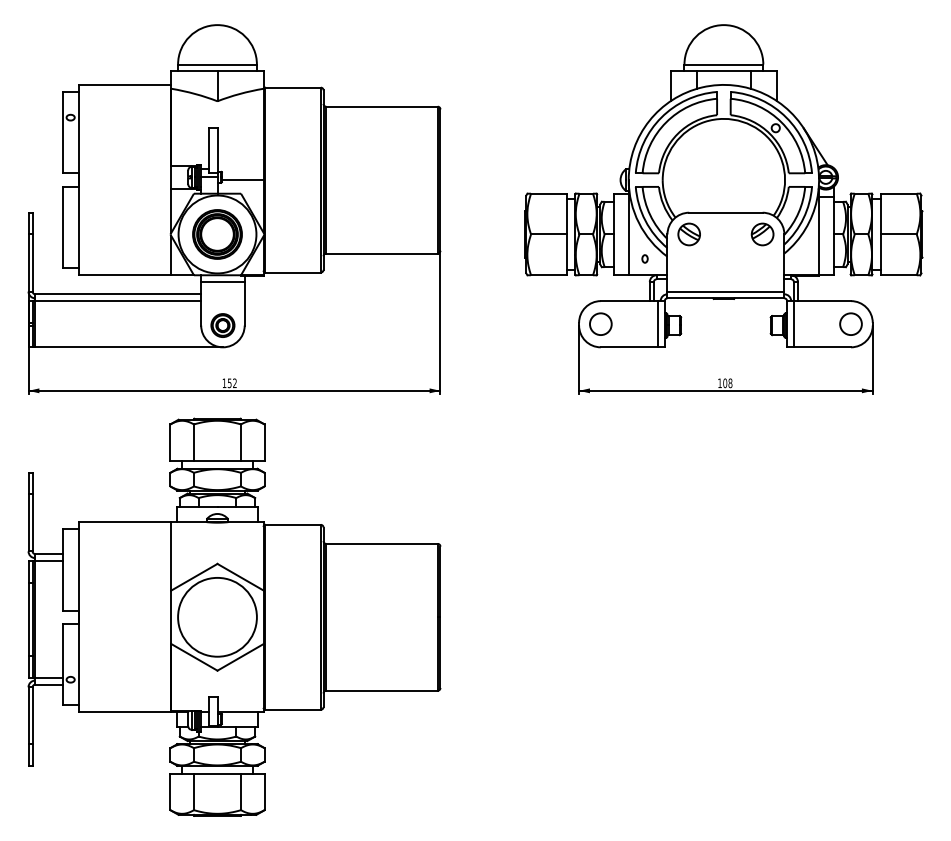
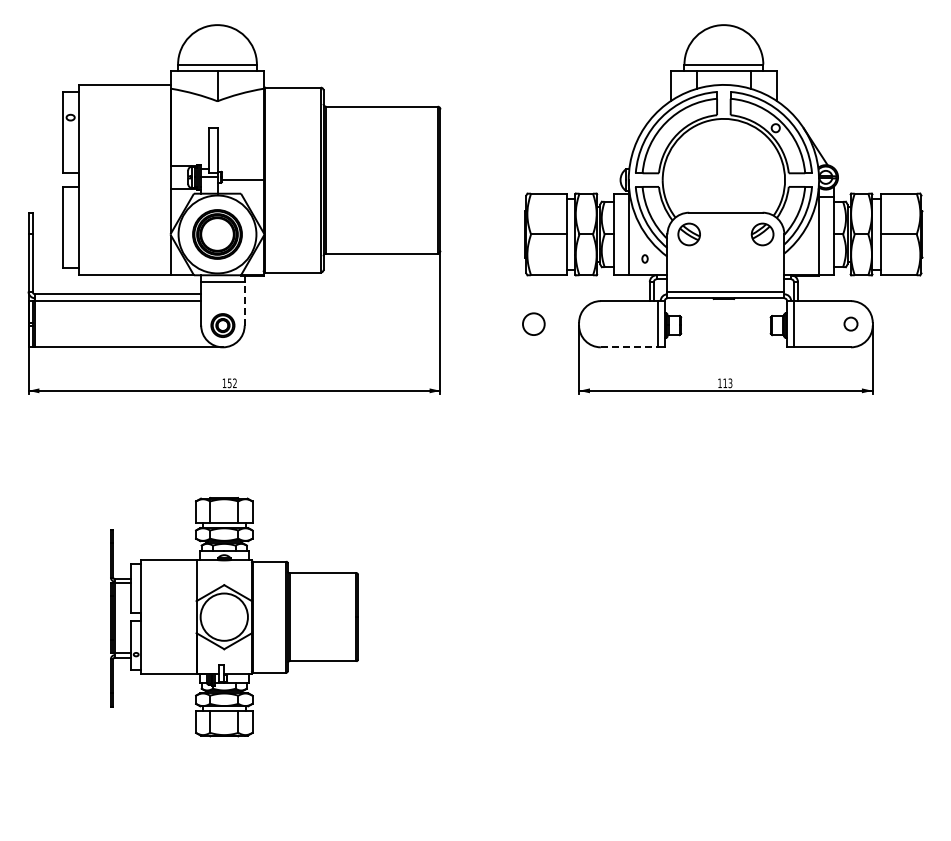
line at (244, 303): solid -> dashed
circle at (600, 323) position: (600, 323) -> (533, 323)
circle at (850, 323) size: 24x24 px -> 16x16 px
line at (629, 347): solid -> dashed
text at (727, 383): 108 -> 113
part at (234, 616) size: 415x400 px -> 249x241 px
